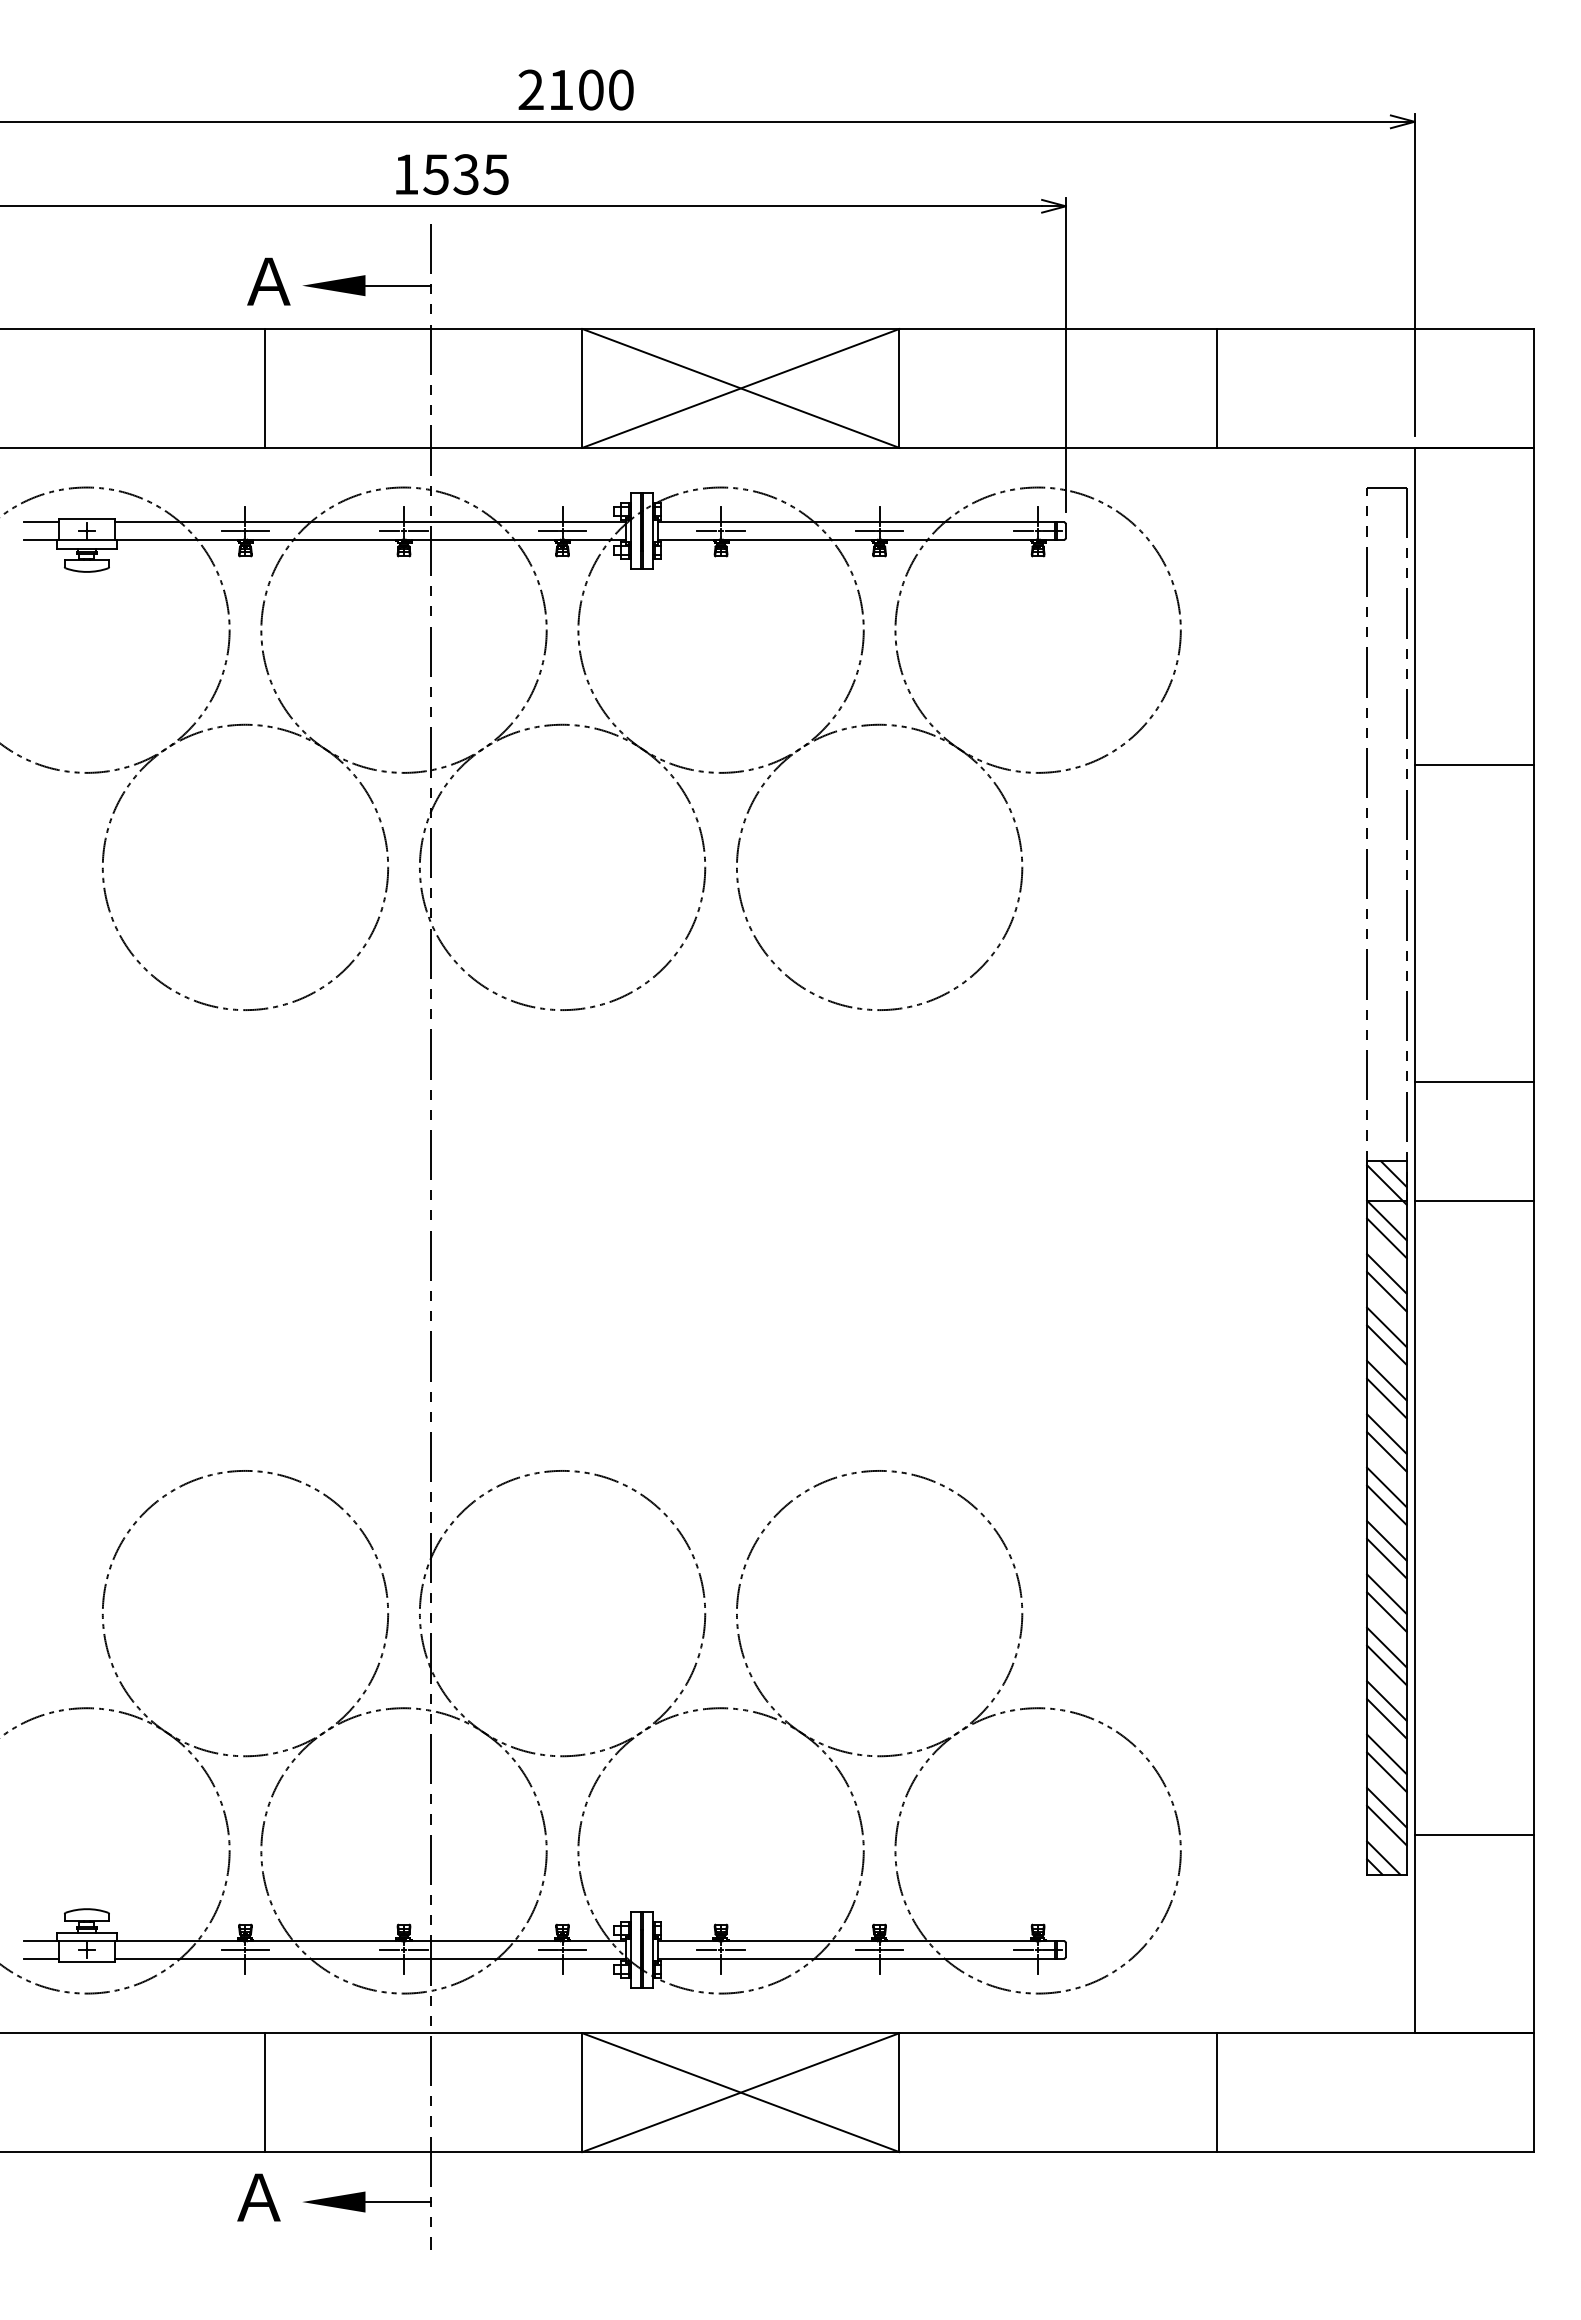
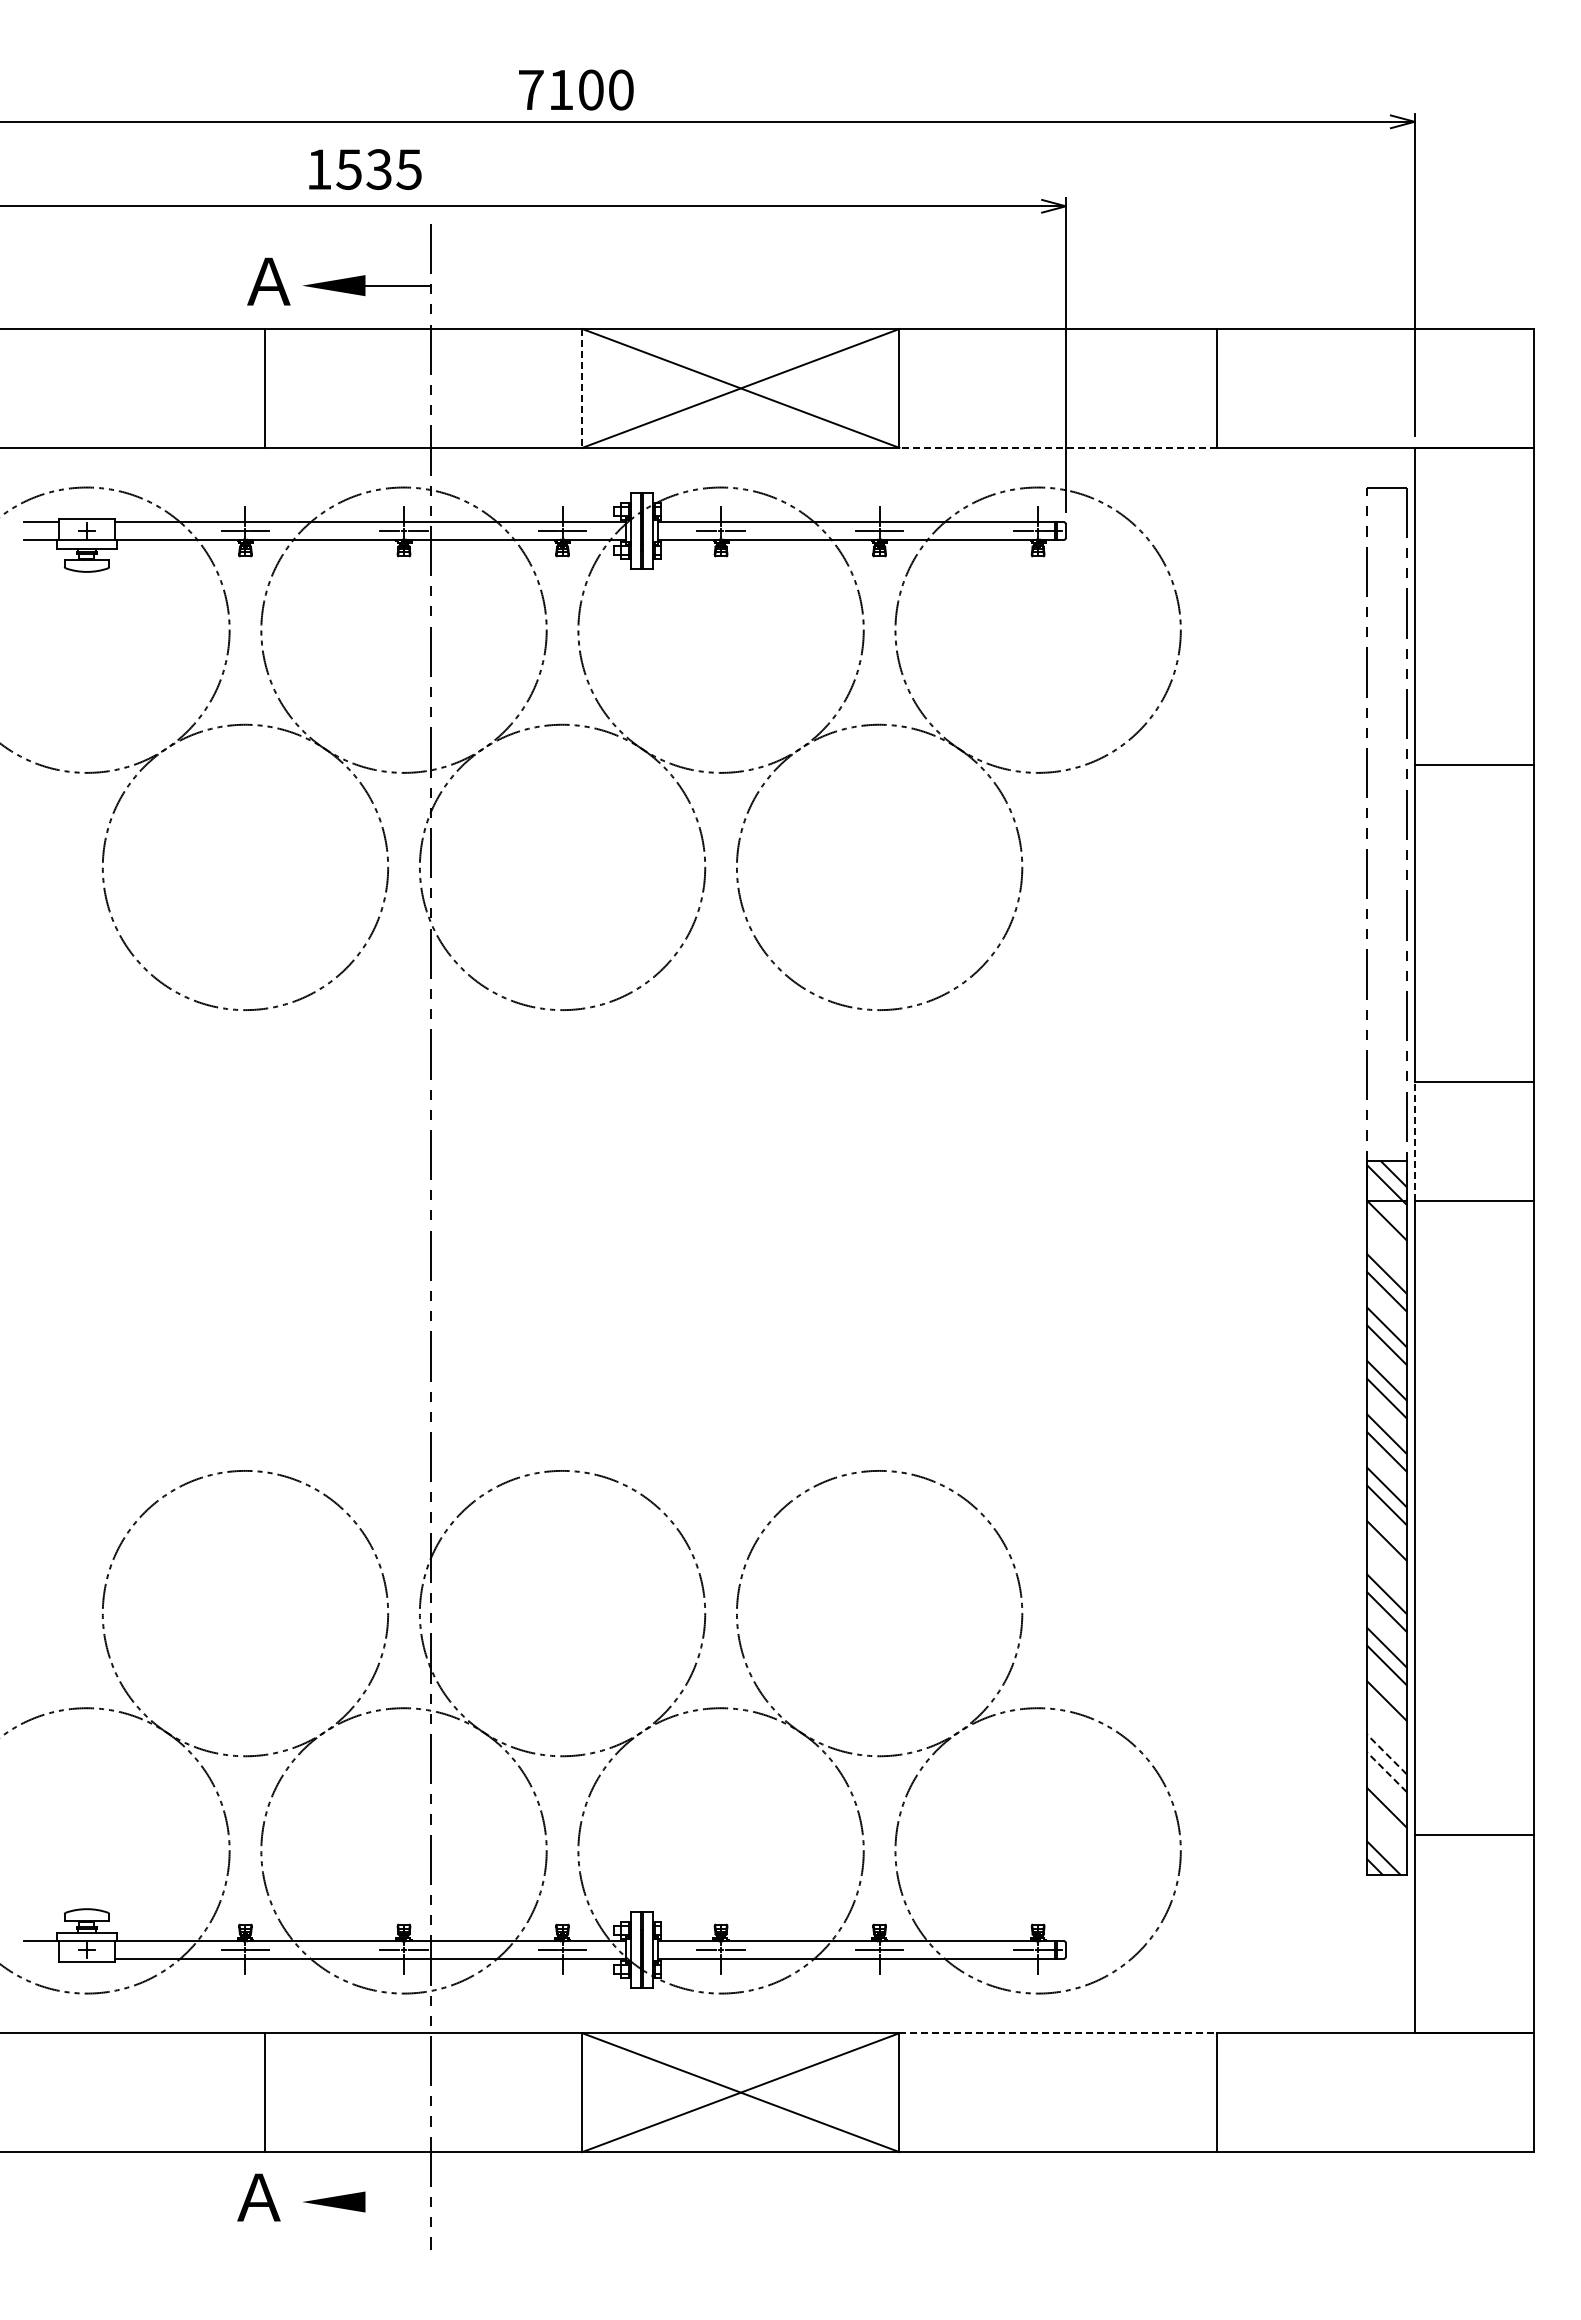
text at (530, 89): 2100 -> 7100
text at (452, 174) position: (452, 174) -> (365, 169)
line at (582, 388): solid -> dashed
line at (1057, 447): solid -> dashed
line at (1414, 1140): solid -> dashed
line at (1386, 1238): present -> none
line at (1386, 1558): present -> none
line at (1386, 1718): present -> none
line at (1386, 1754): solid -> dashed
line at (1386, 1771): solid -> dashed
line at (1386, 1825): present -> none
line at (41, 1958): present -> none
line at (1057, 2033): solid -> dashed
line at (398, 2202): present -> none
